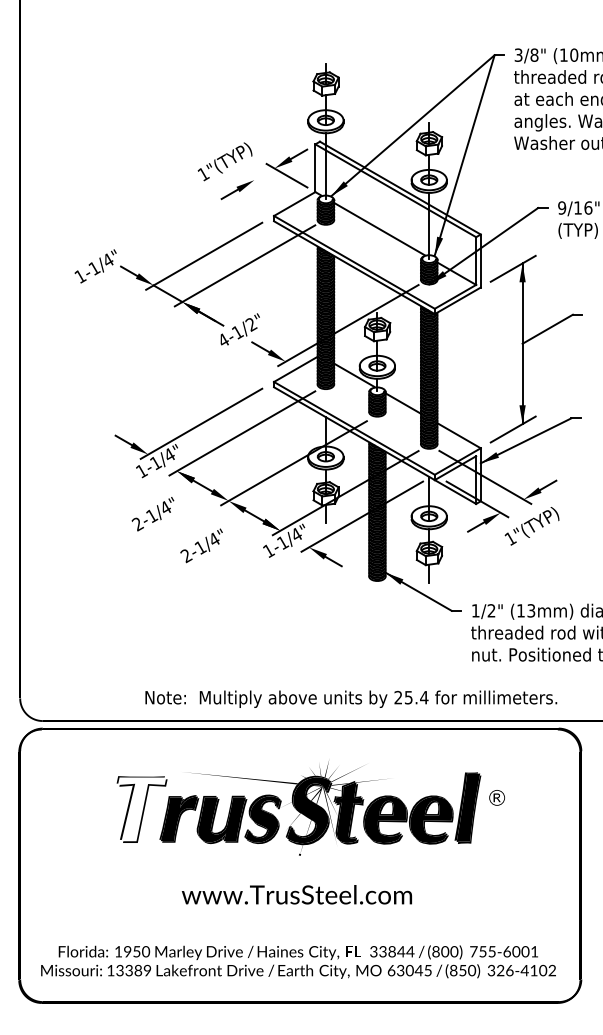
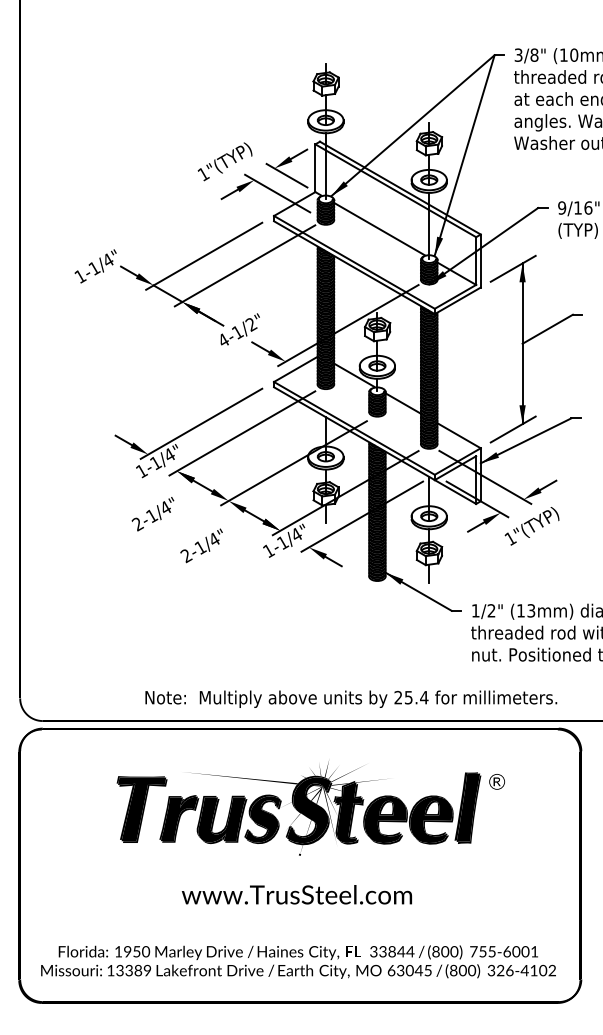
line at (277, 193): none -> present
part at (496, 797) position: (496, 797) -> (496, 781)
fill at (142, 809): none -> present
text at (462, 970): (850) -> (800)
